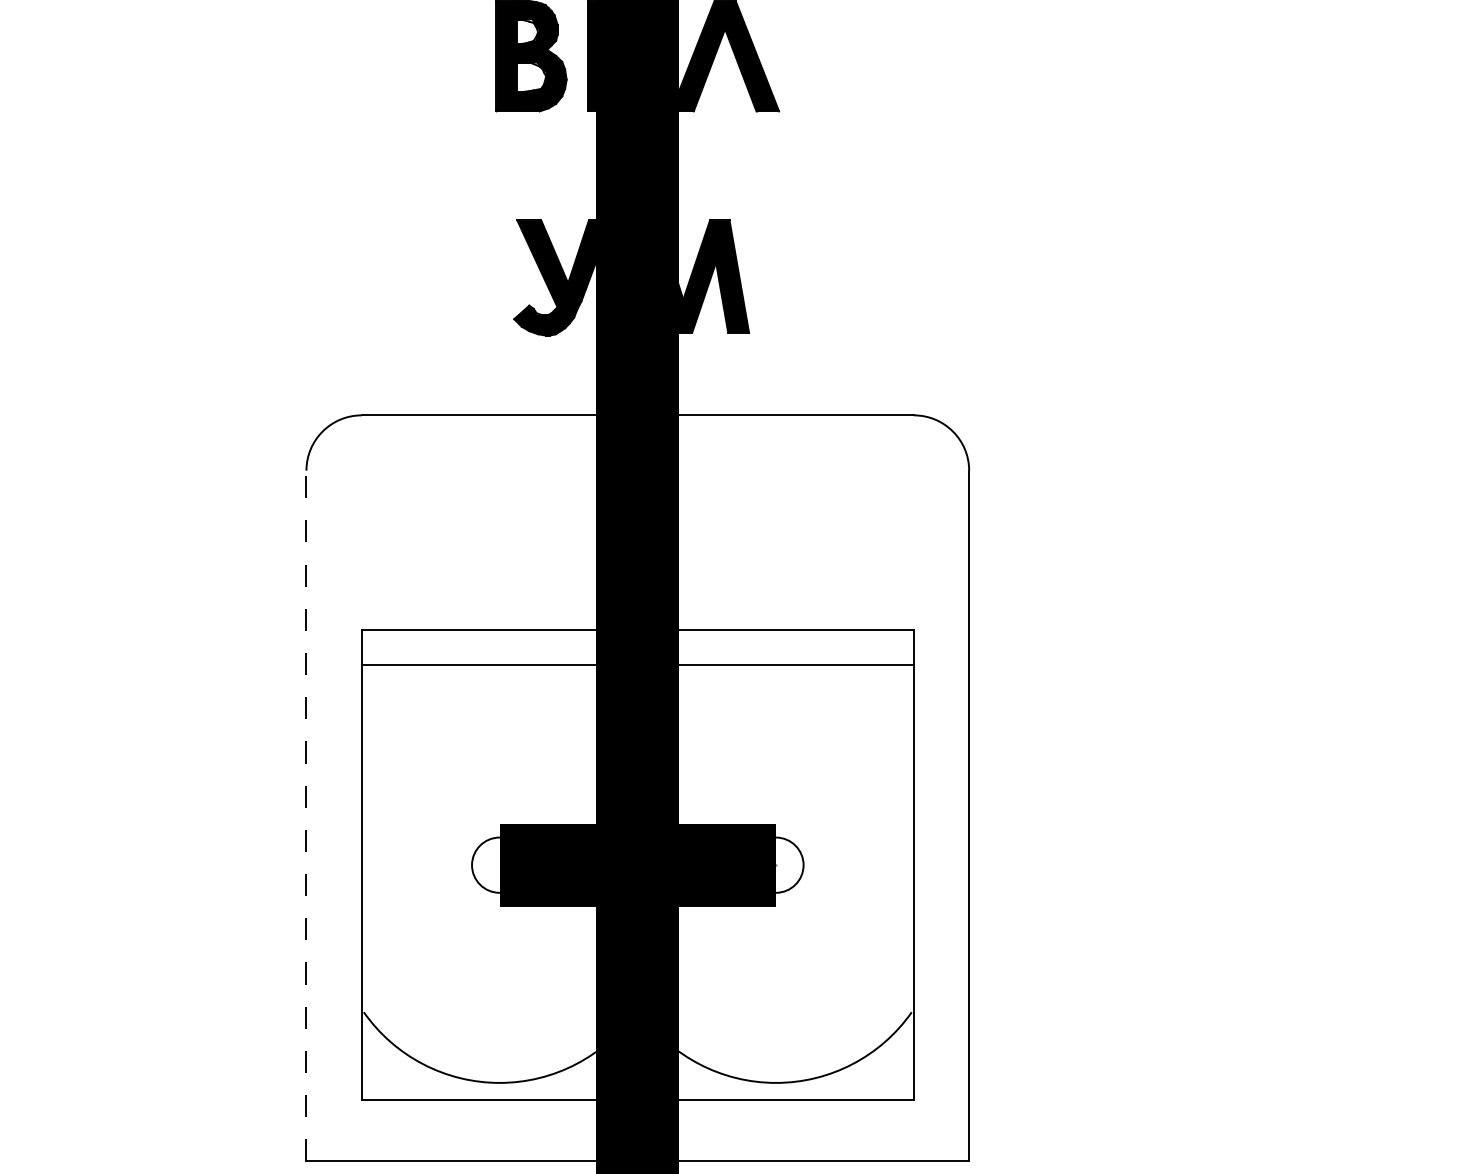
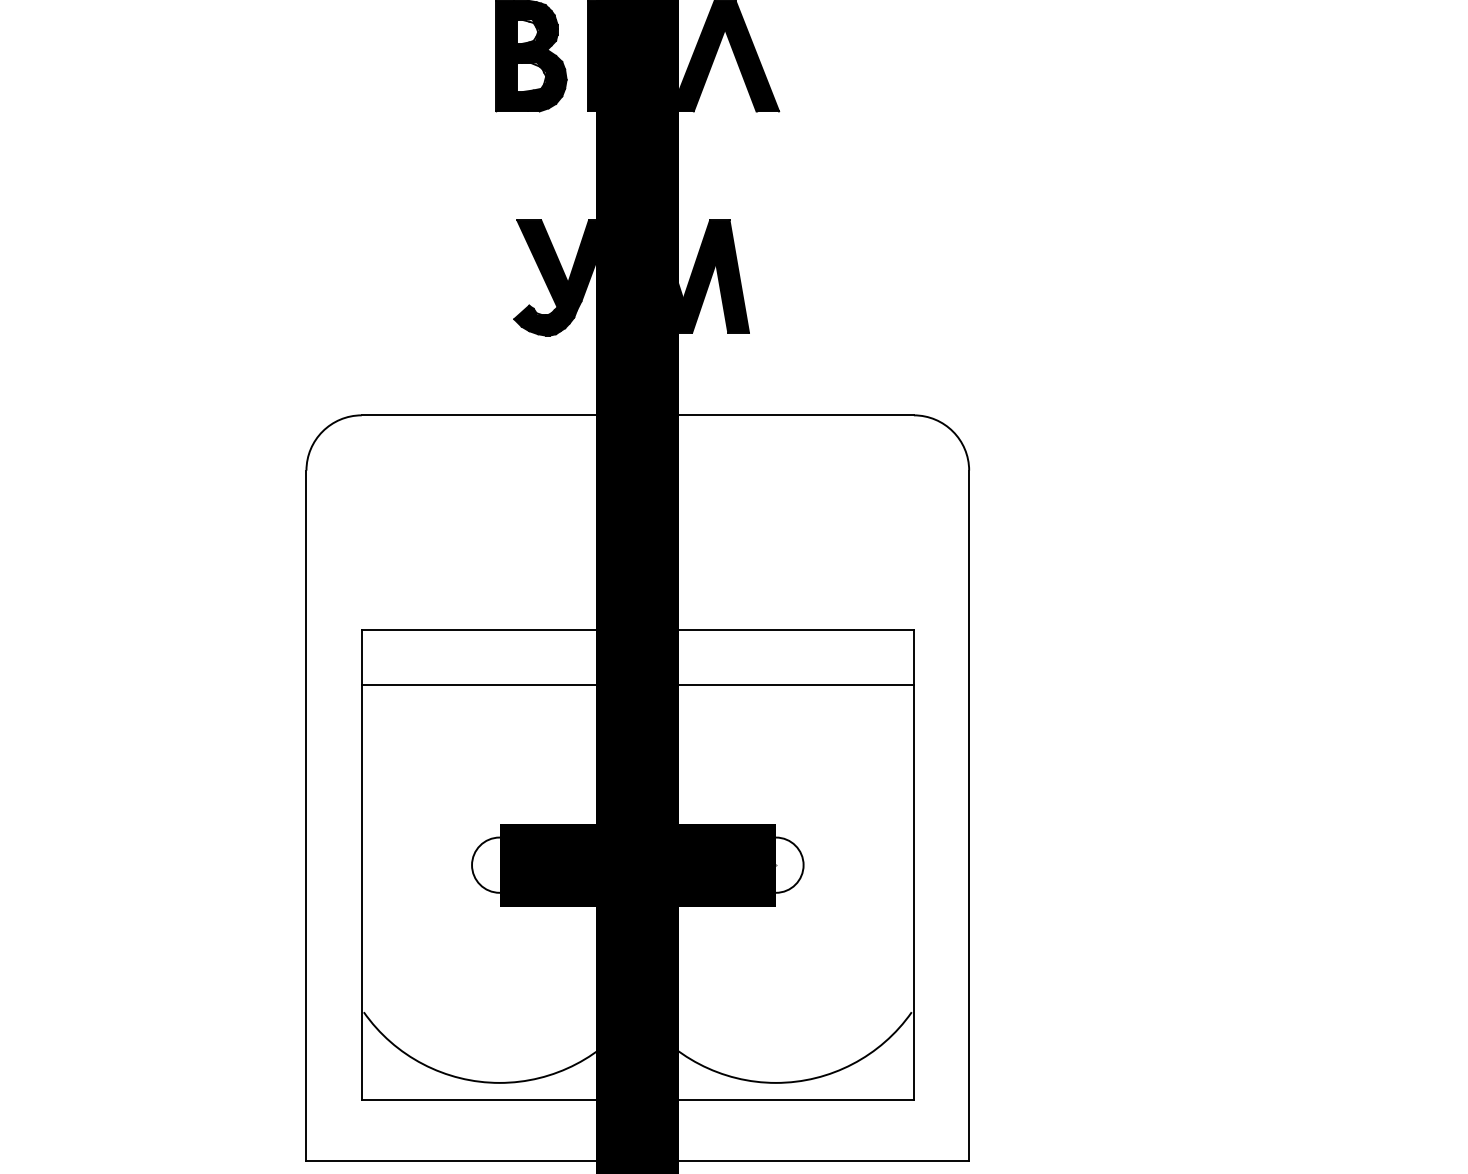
line at (637, 665) position: (637, 665) -> (637, 685)
line at (306, 815): dashed -> solid
